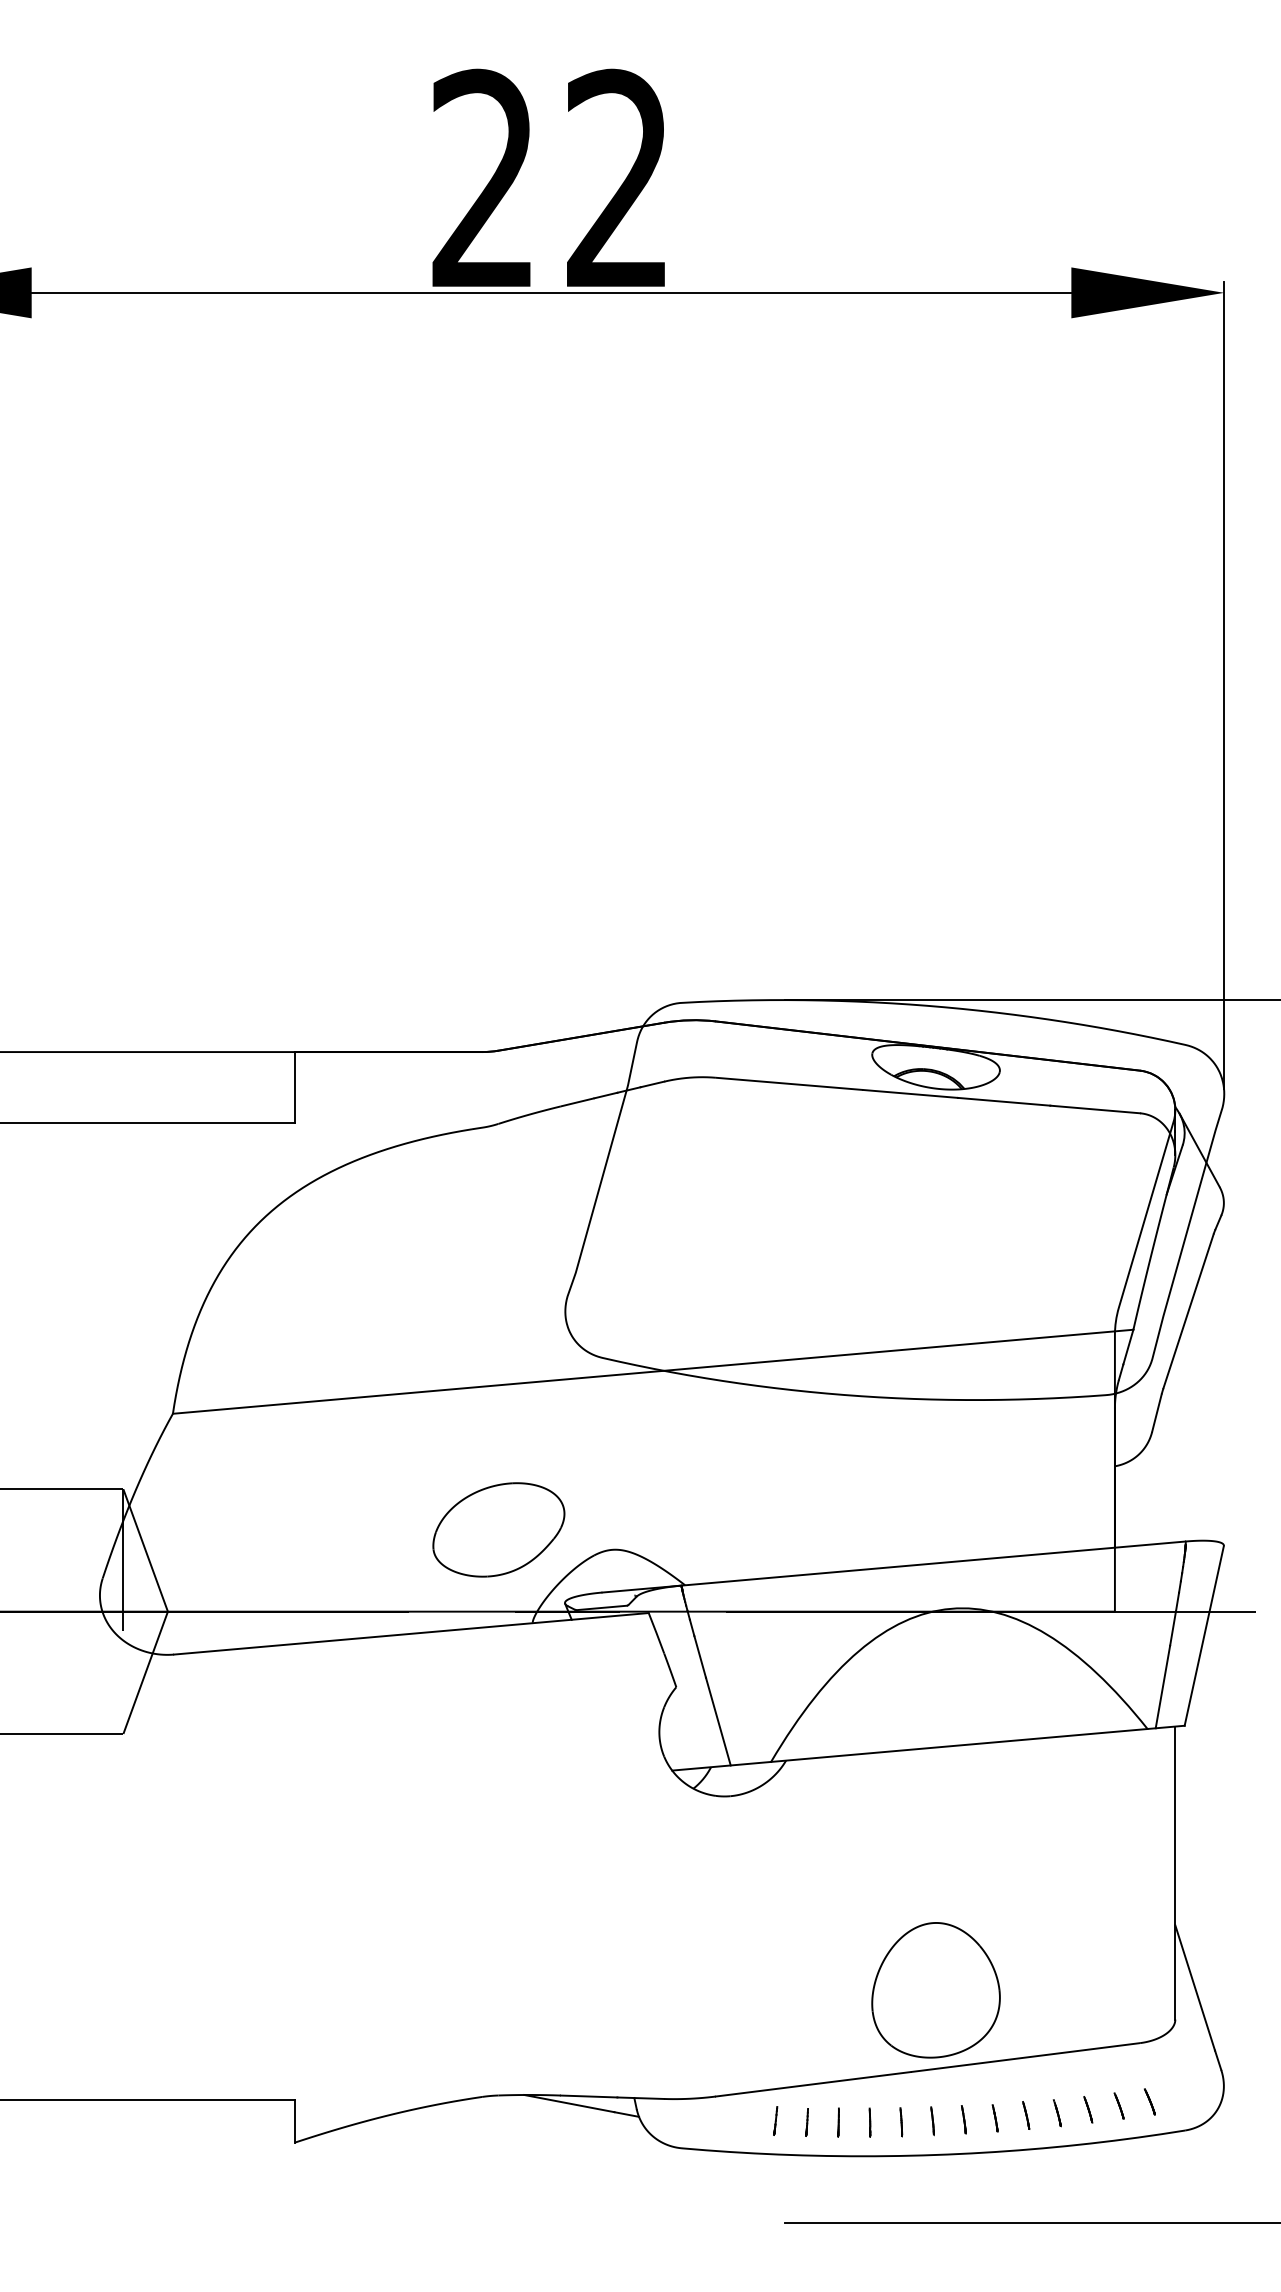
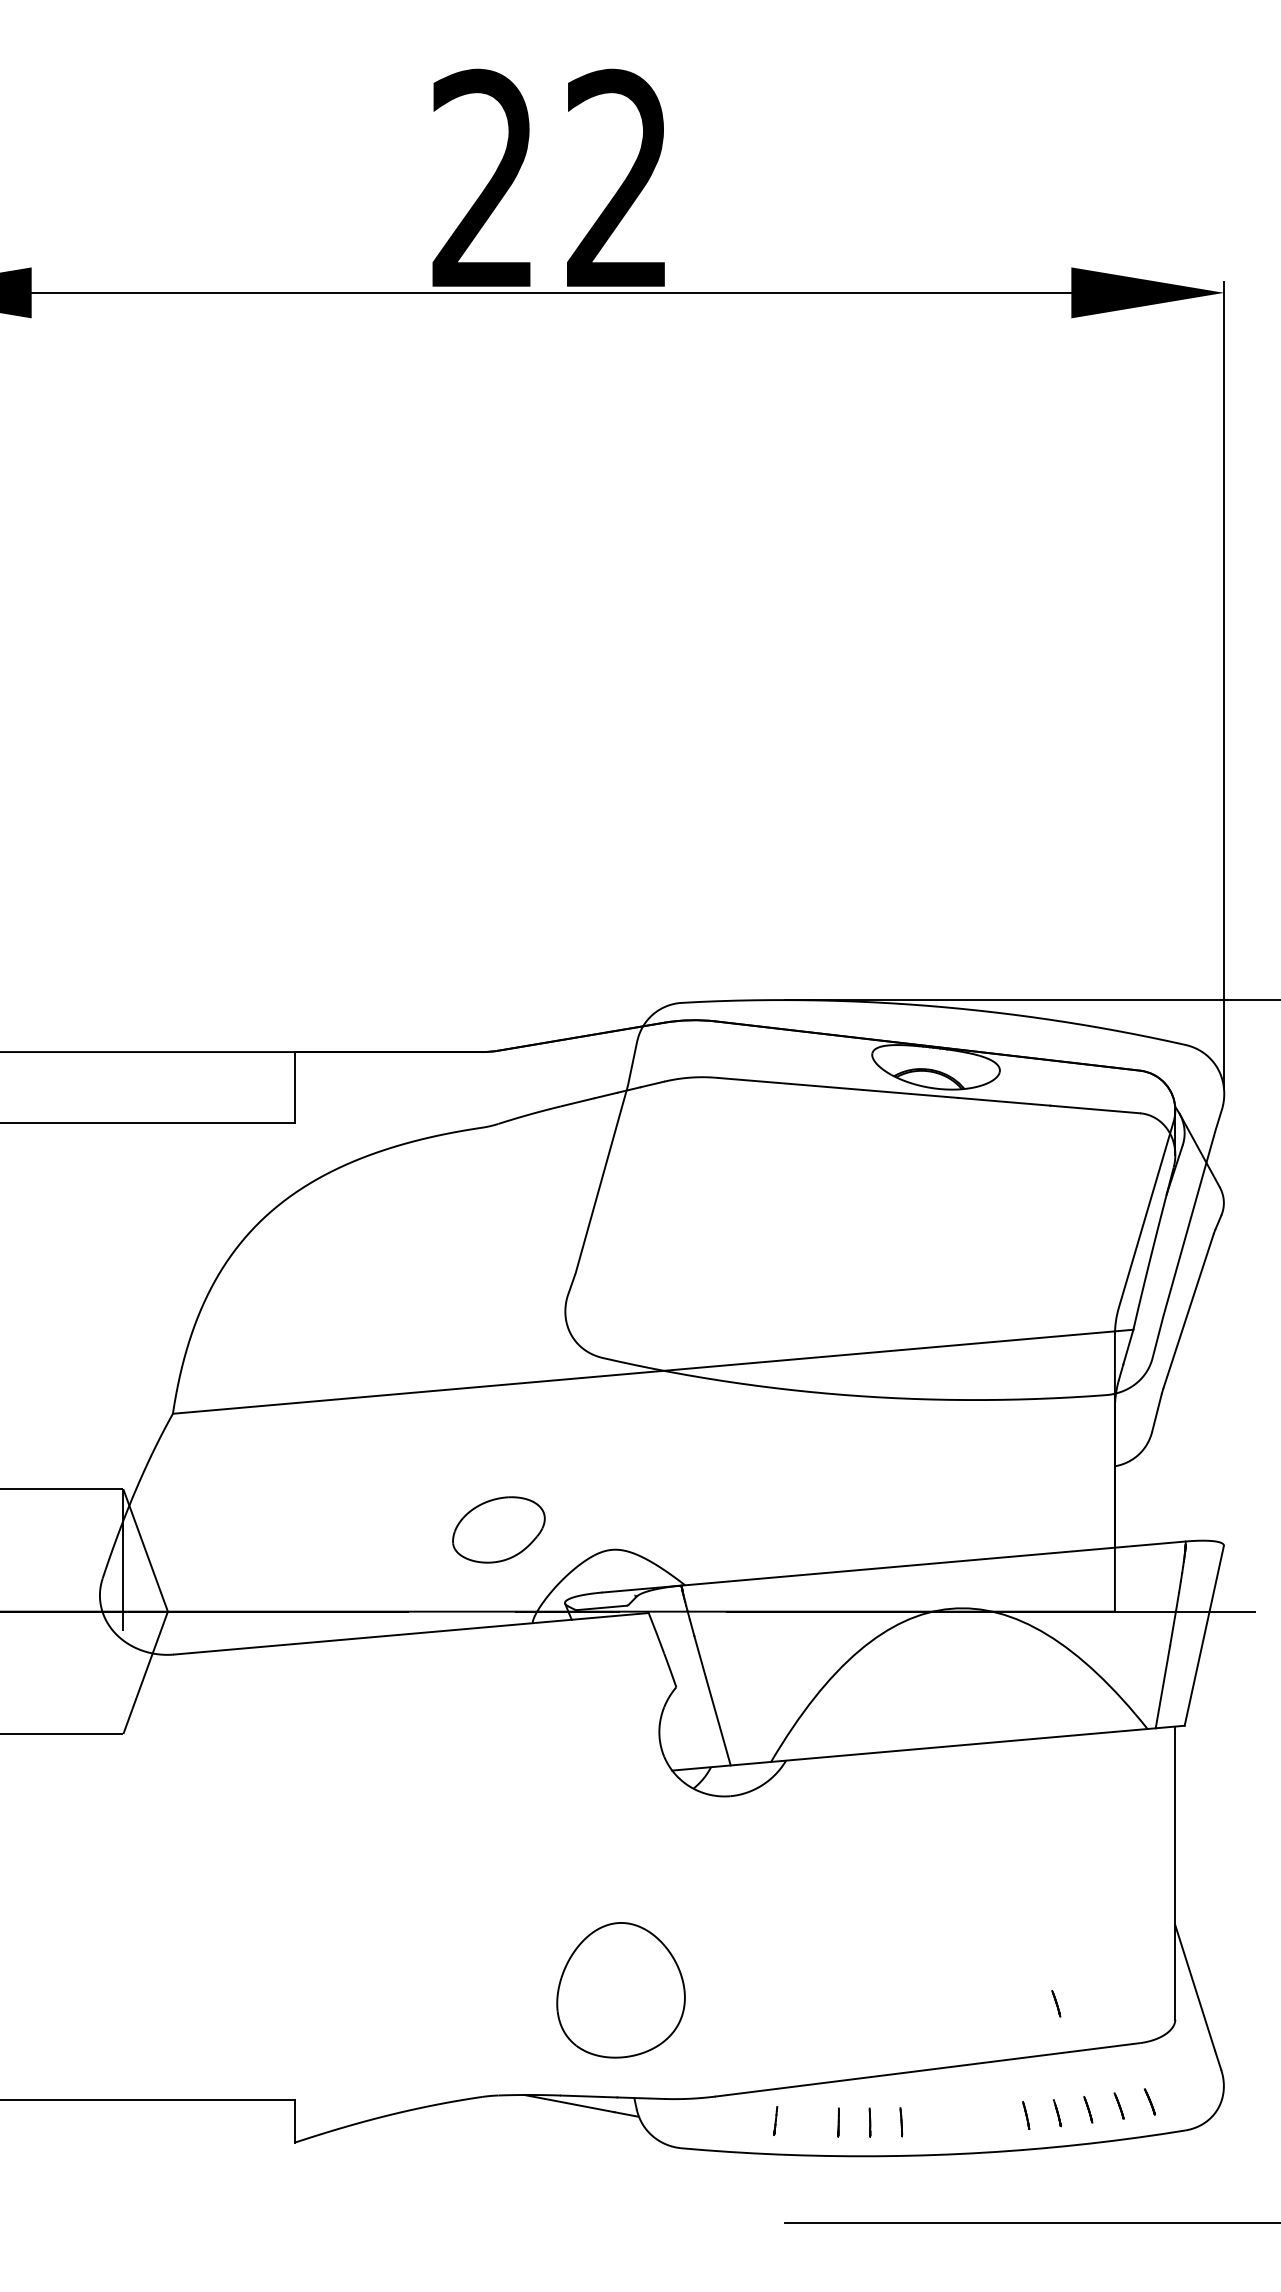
part at (498, 1529) size: 134x96 px -> 94x68 px
part at (935, 1990) position: (935, 1990) -> (620, 1990)
line at (1056, 2003): none -> present
line at (994, 2118): present -> none
line at (963, 2119): present -> none
line at (932, 2121): present -> none
line at (806, 2122): present -> none
